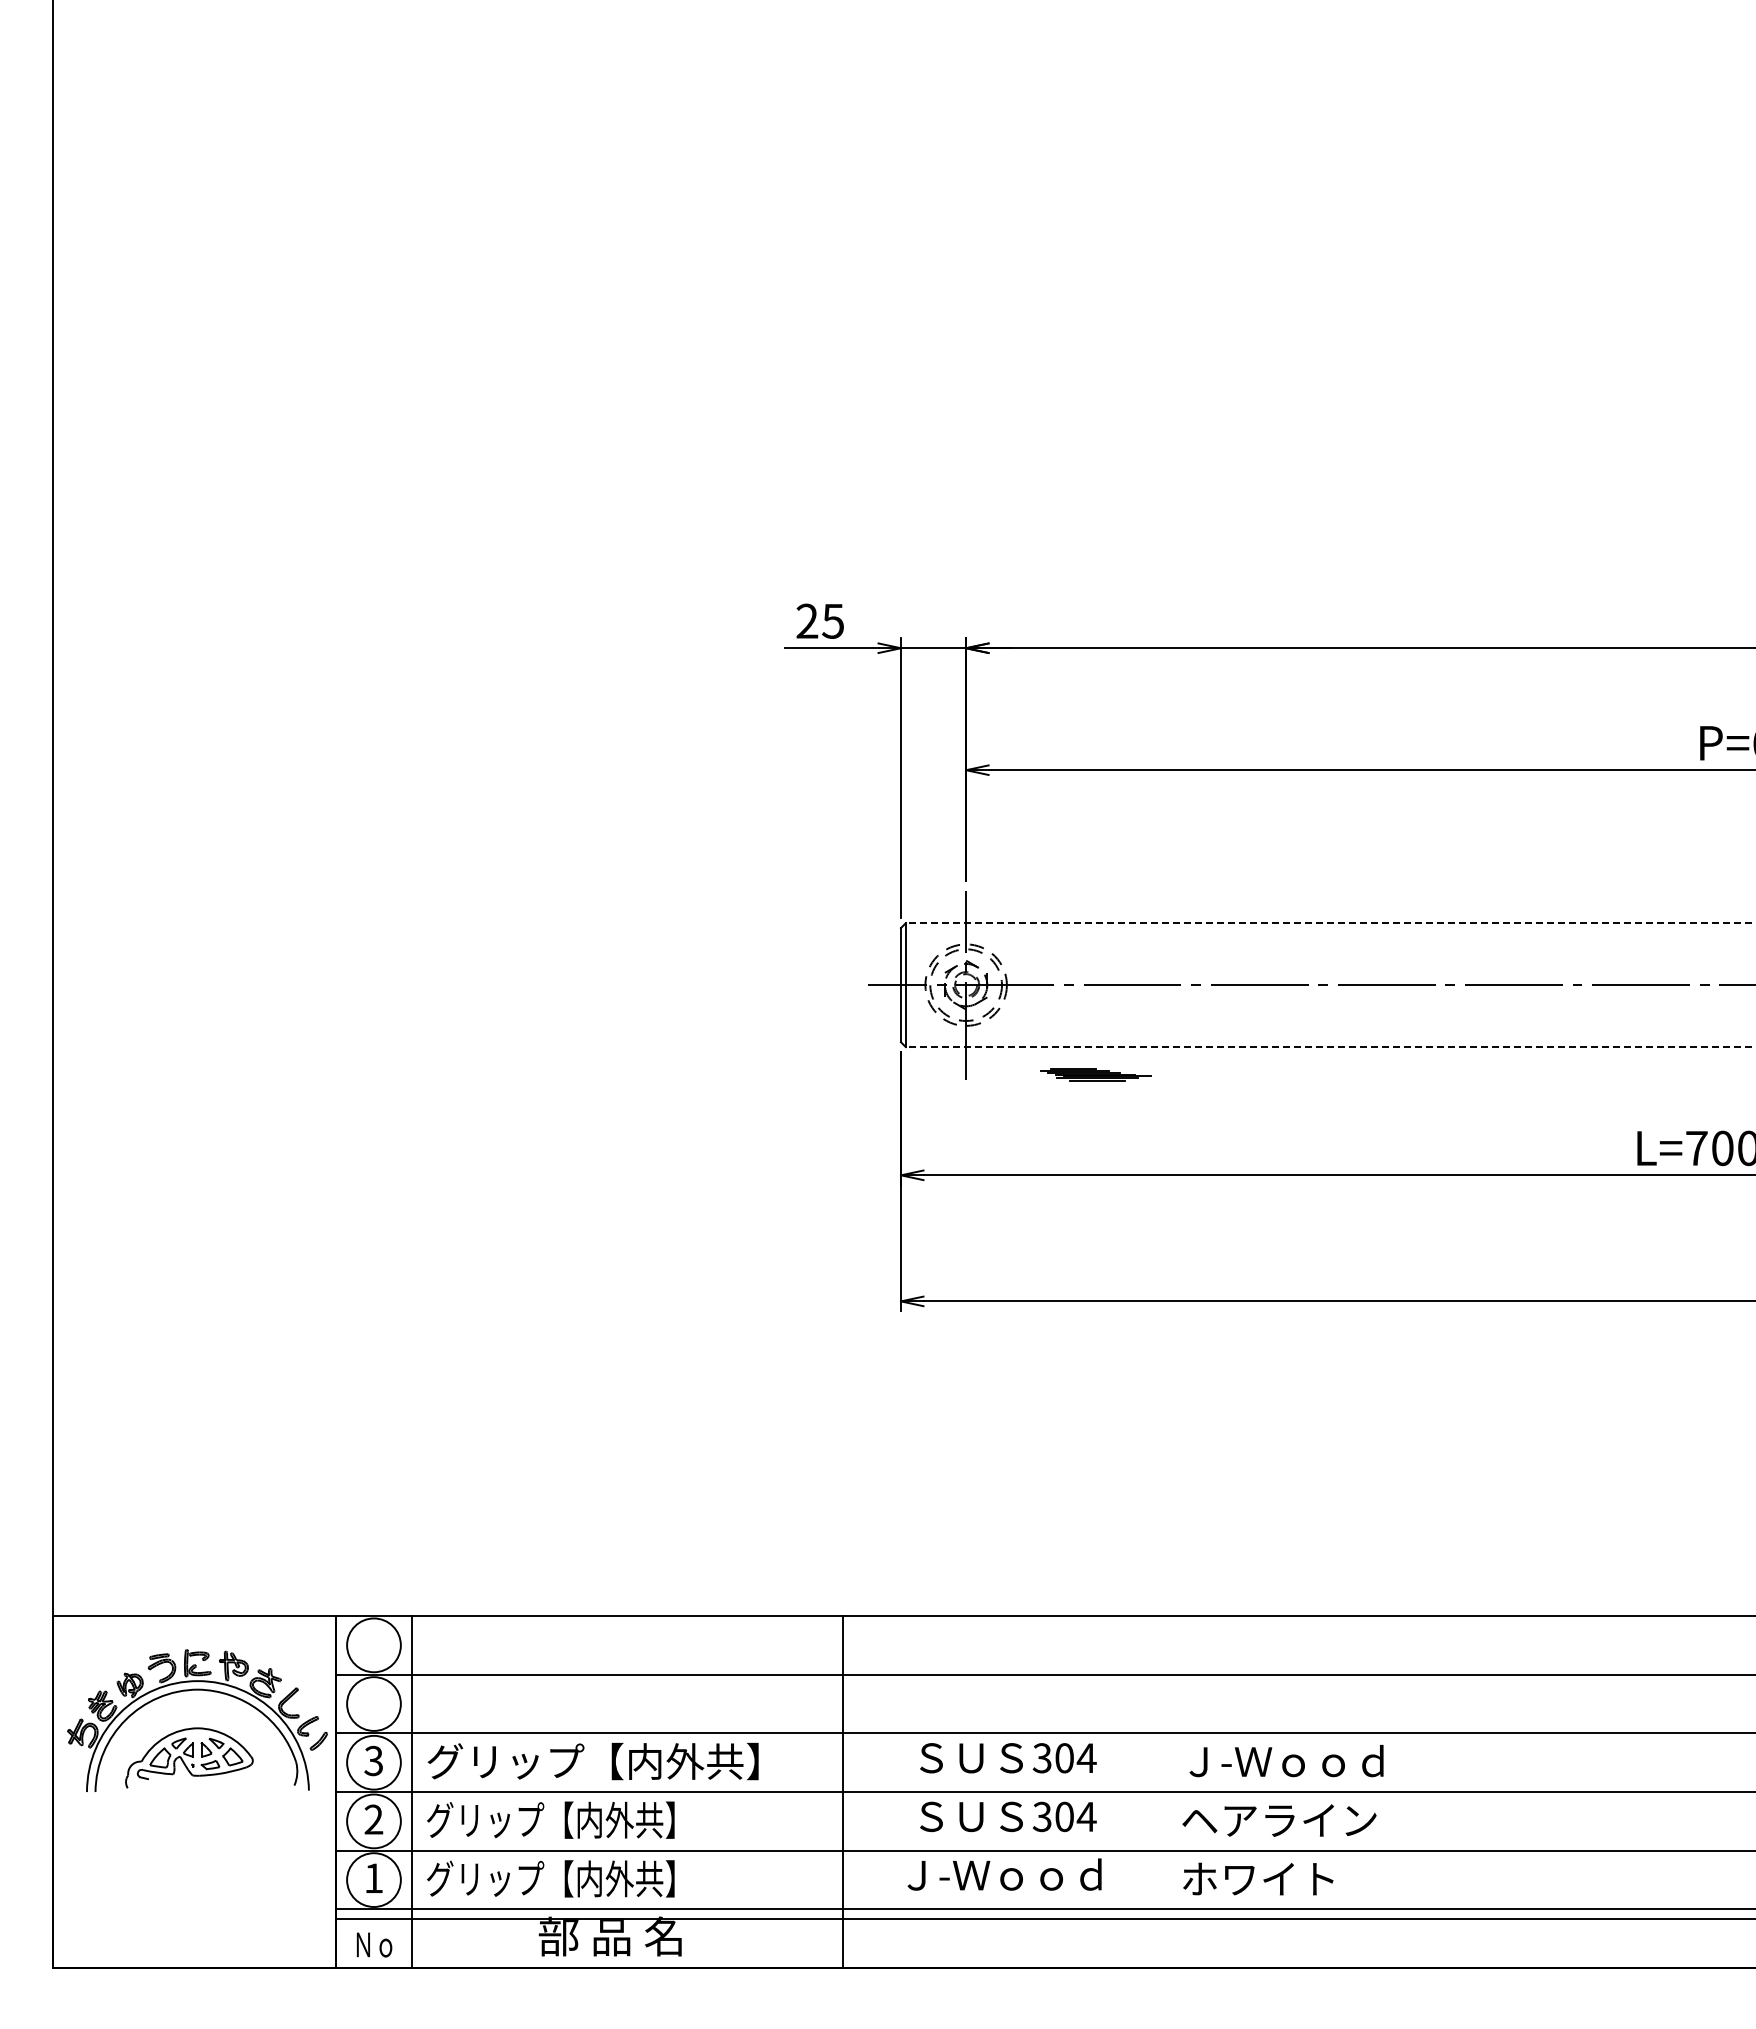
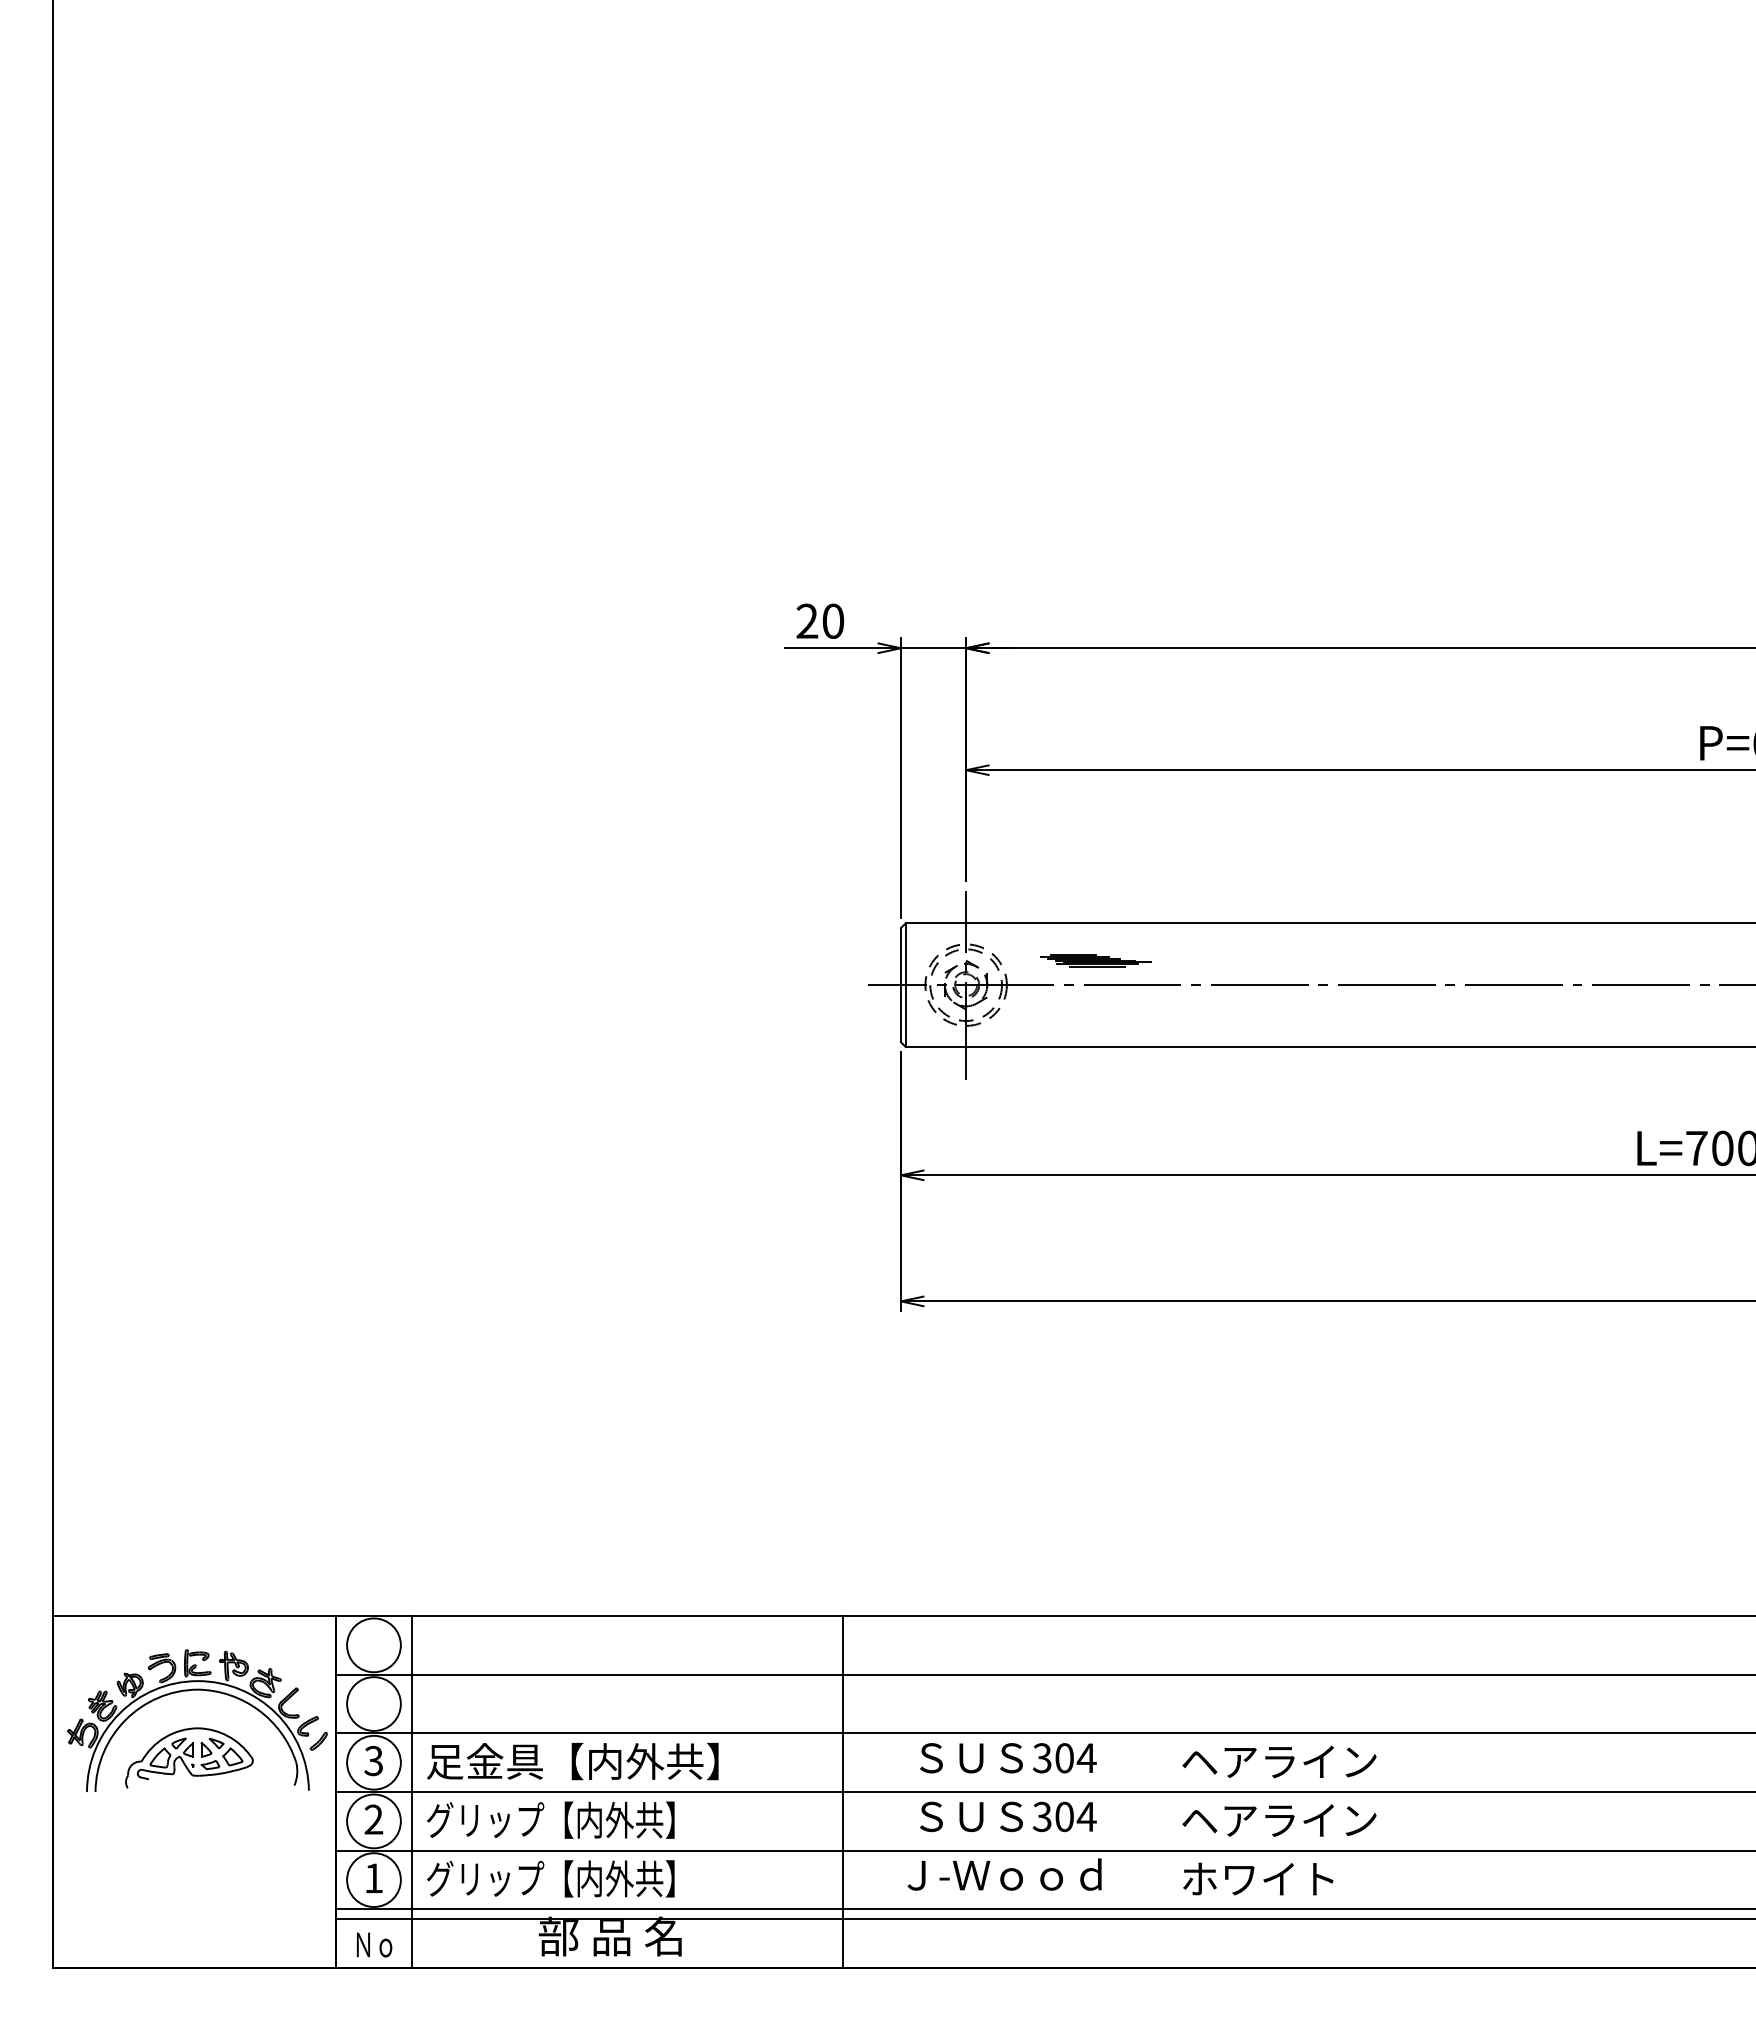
text at (833, 620): 25 -> 20
line at (1330, 923): dashed -> solid
line at (1330, 1047): dashed -> solid
part at (1095, 1074) position: (1095, 1074) -> (1095, 960)
text at (592, 1761): グリップ【内外共】 -> 足金具【内外共】
text at (1282, 1761): Ｊ-Ｗｏｏｄ -> ヘアライン
